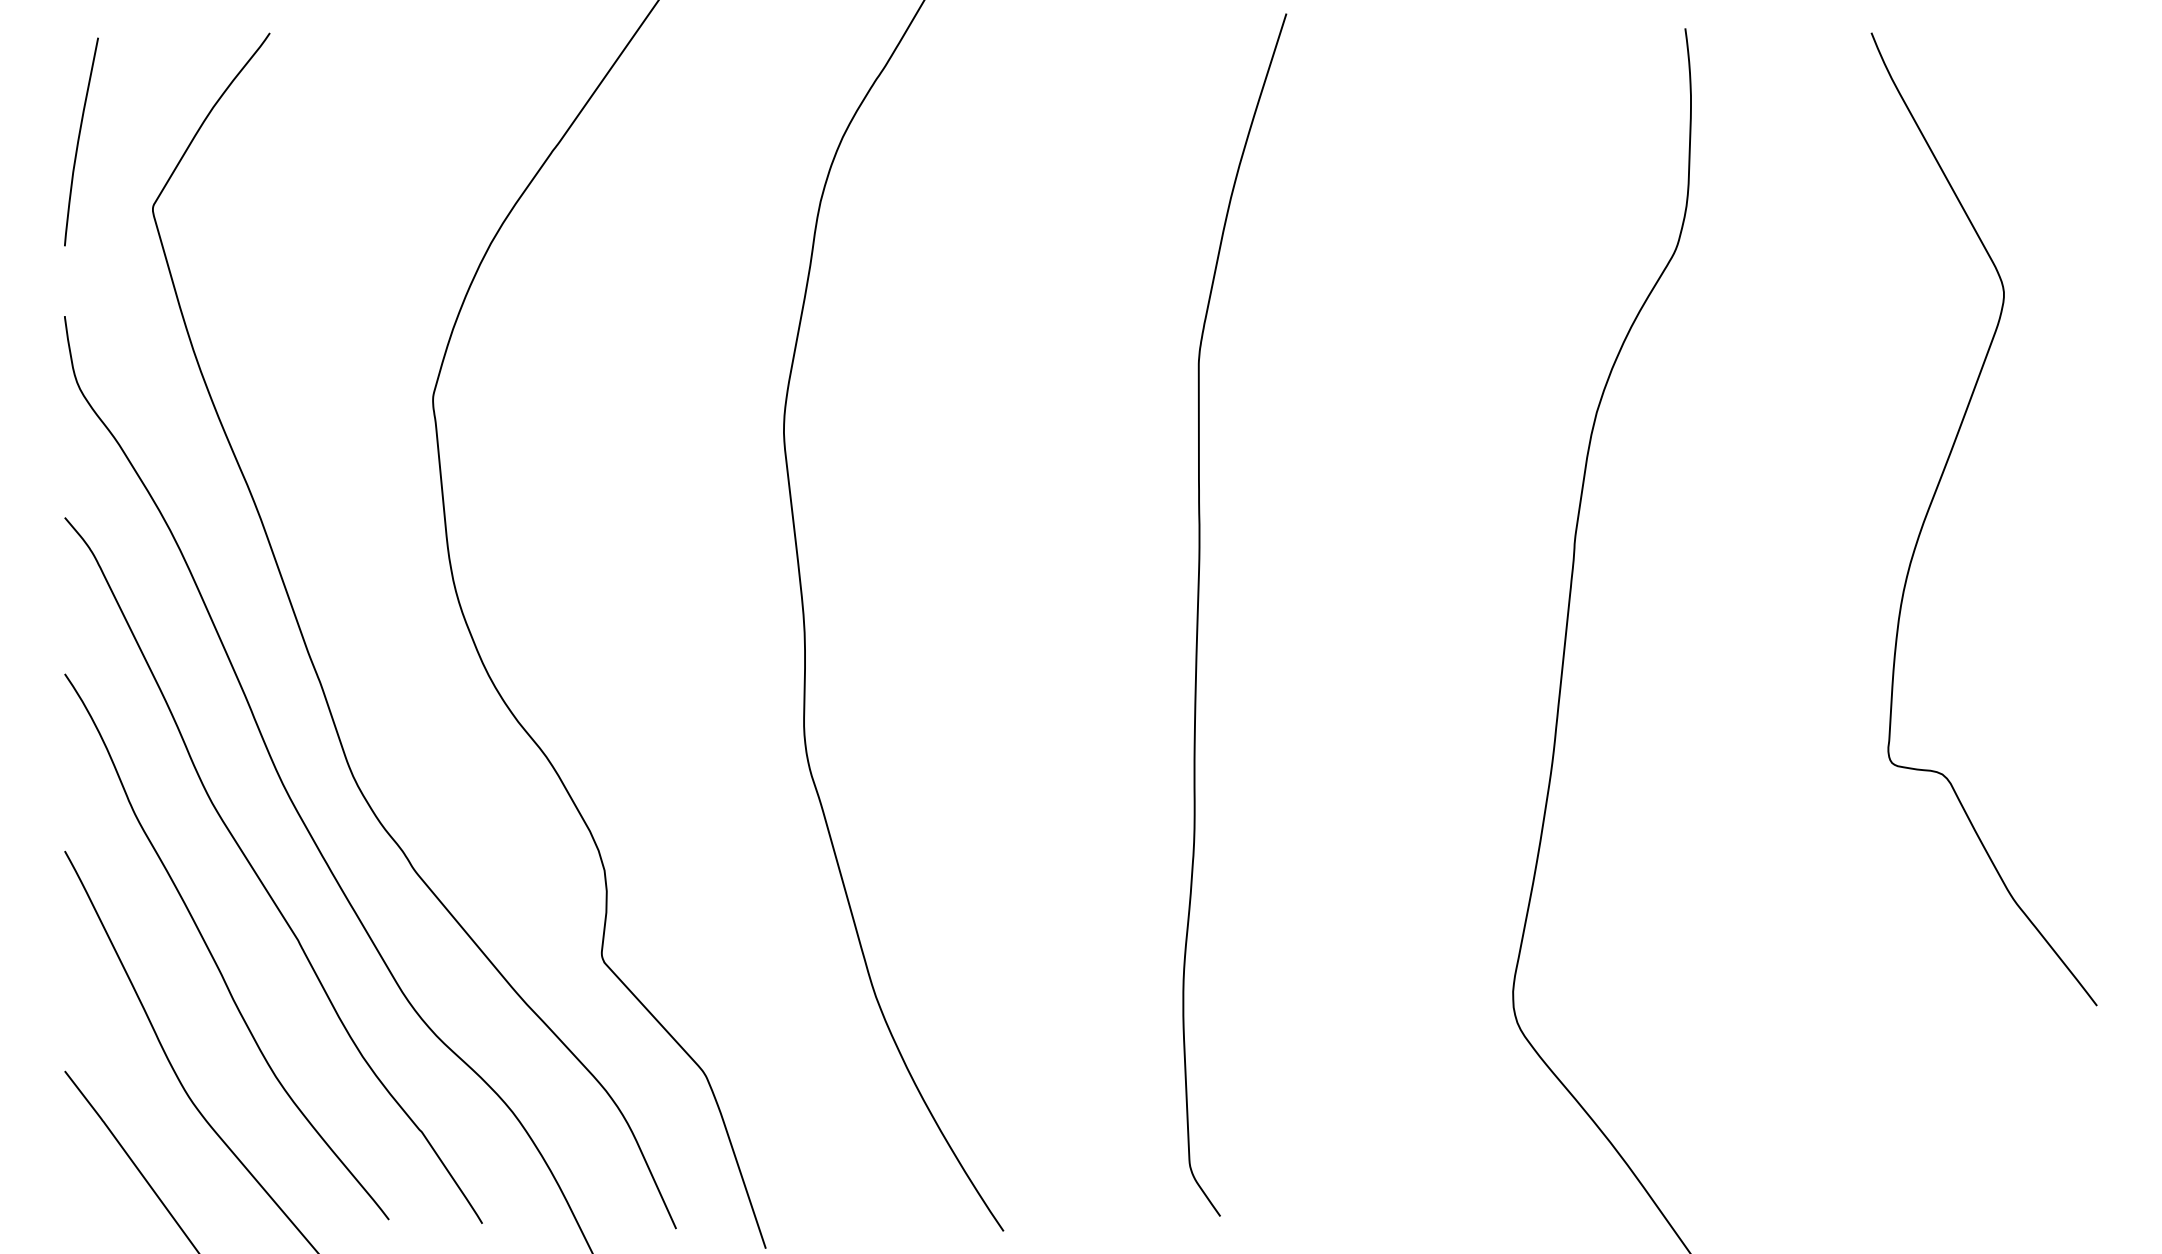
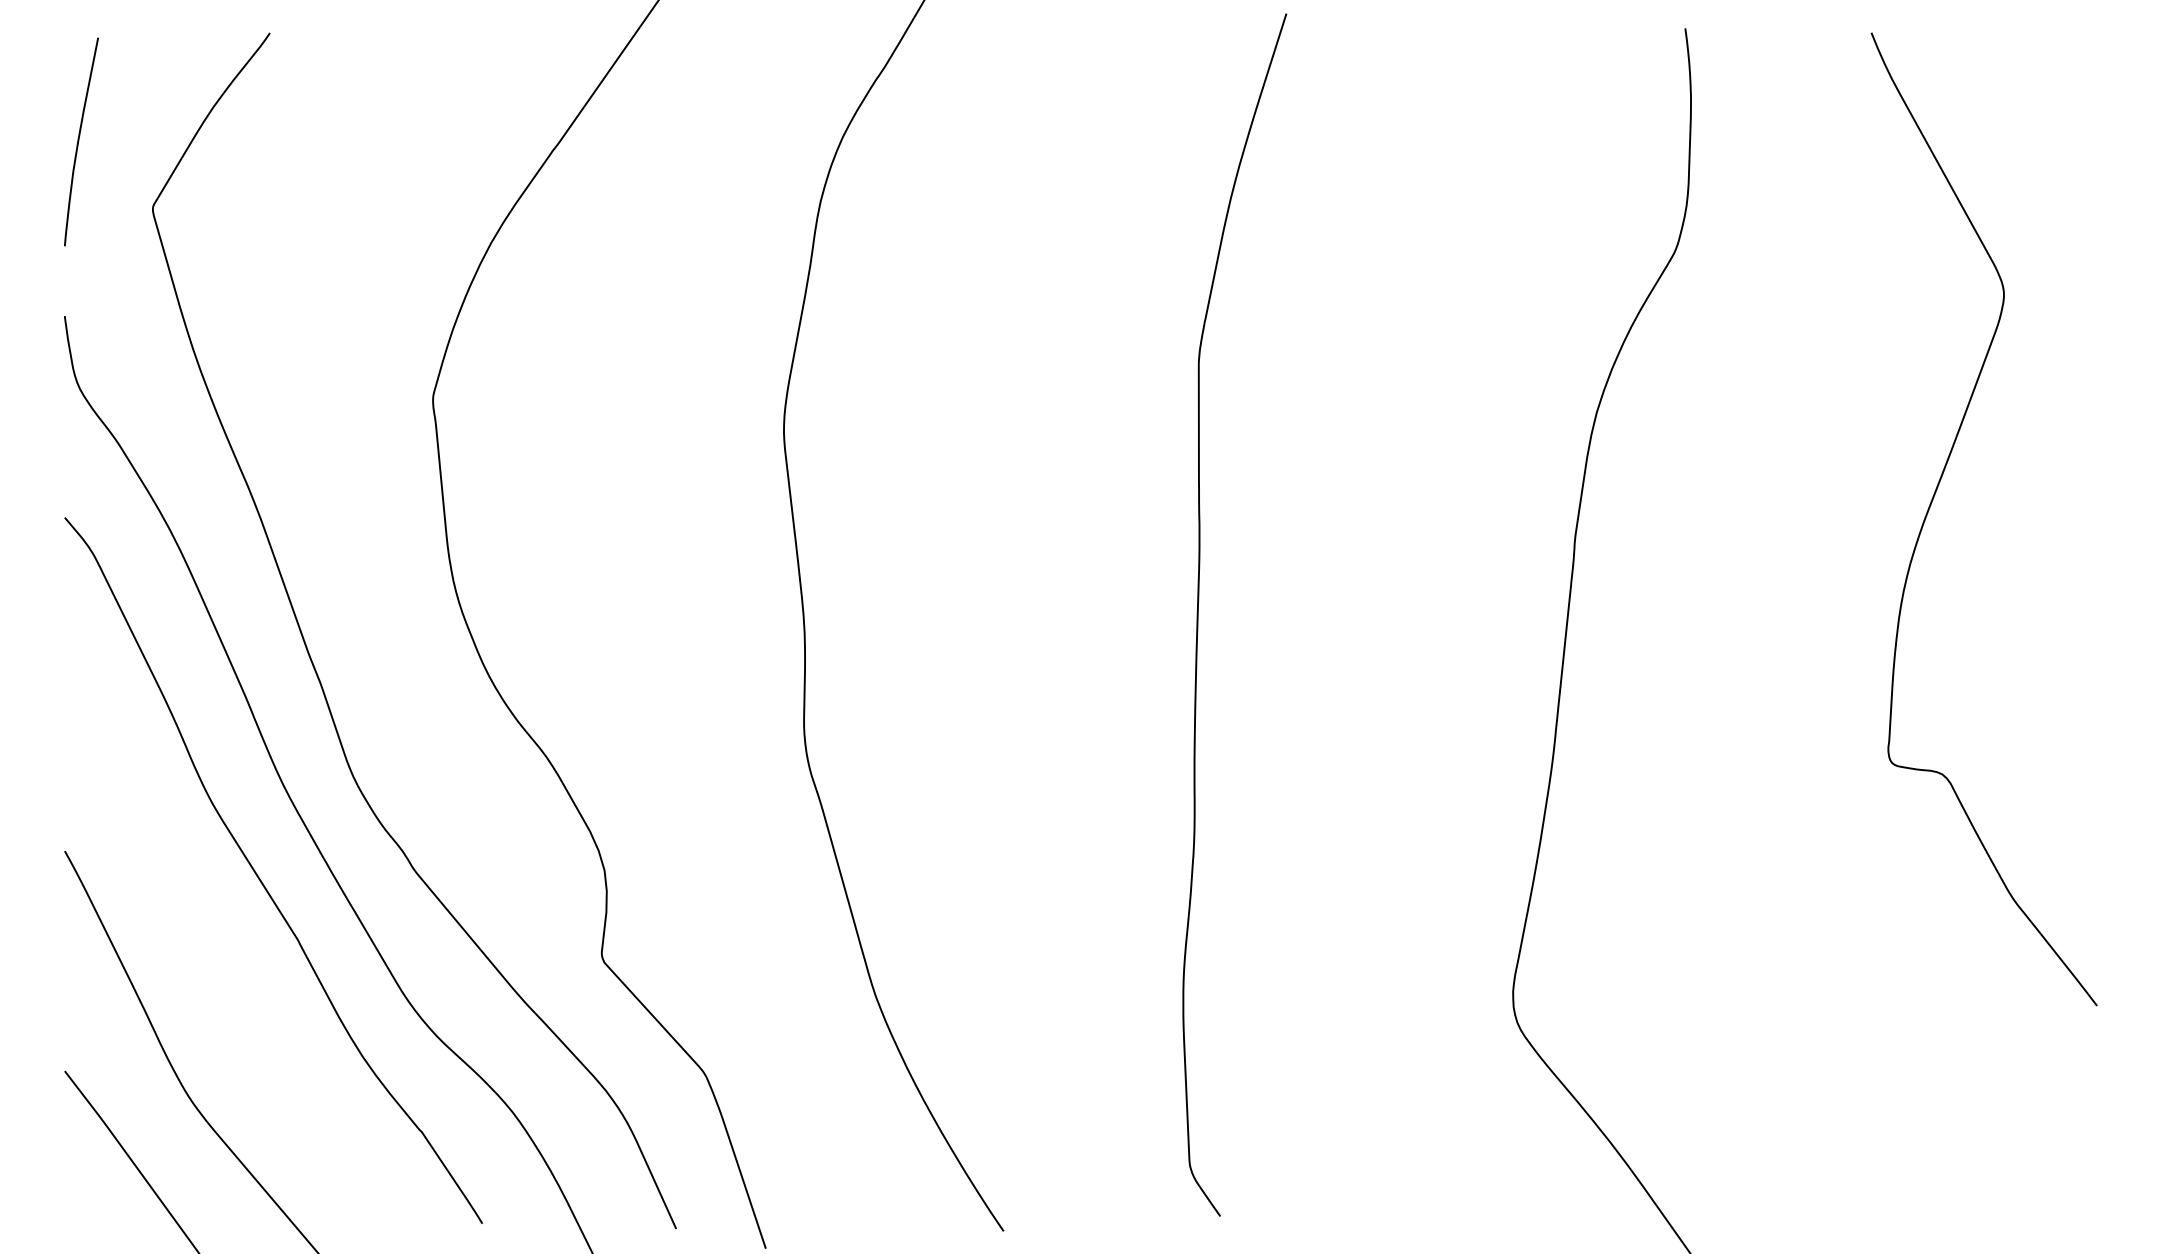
curve at (212, 954): present -> none
